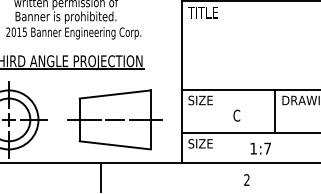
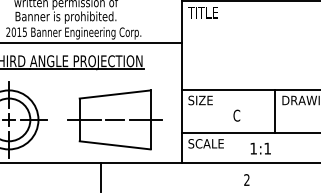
line at (91, 43): none -> present
text at (209, 143): SIZE -> SCALE
text at (267, 148): 1:7 -> 1:1
